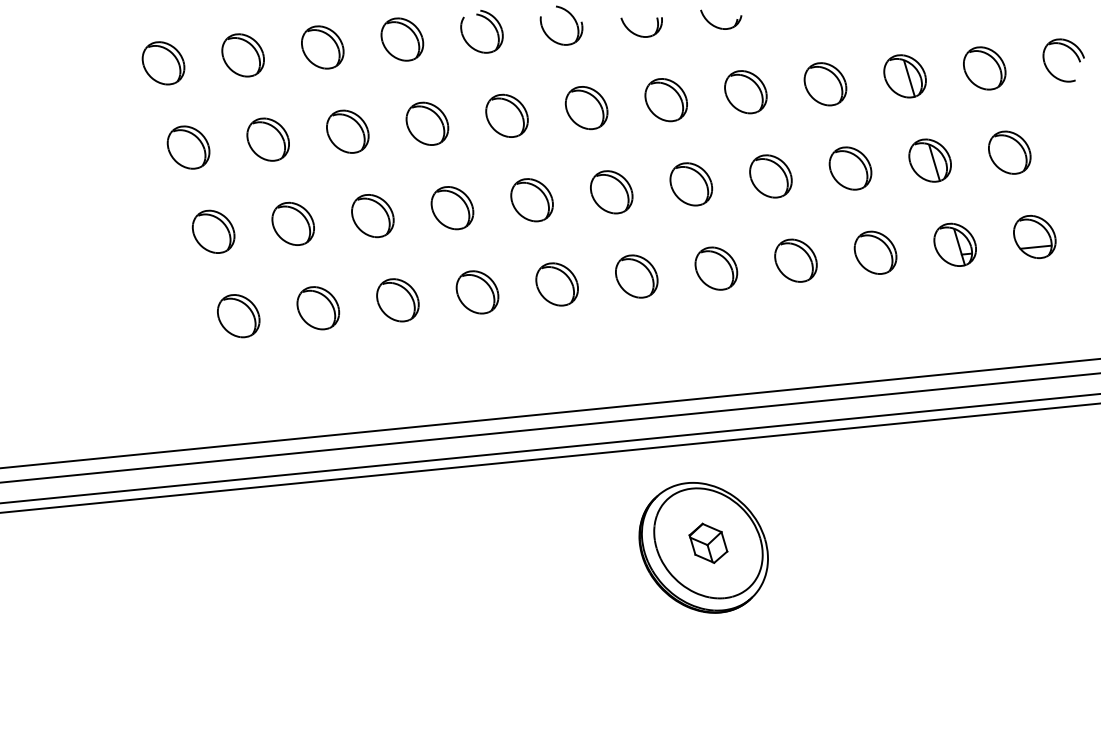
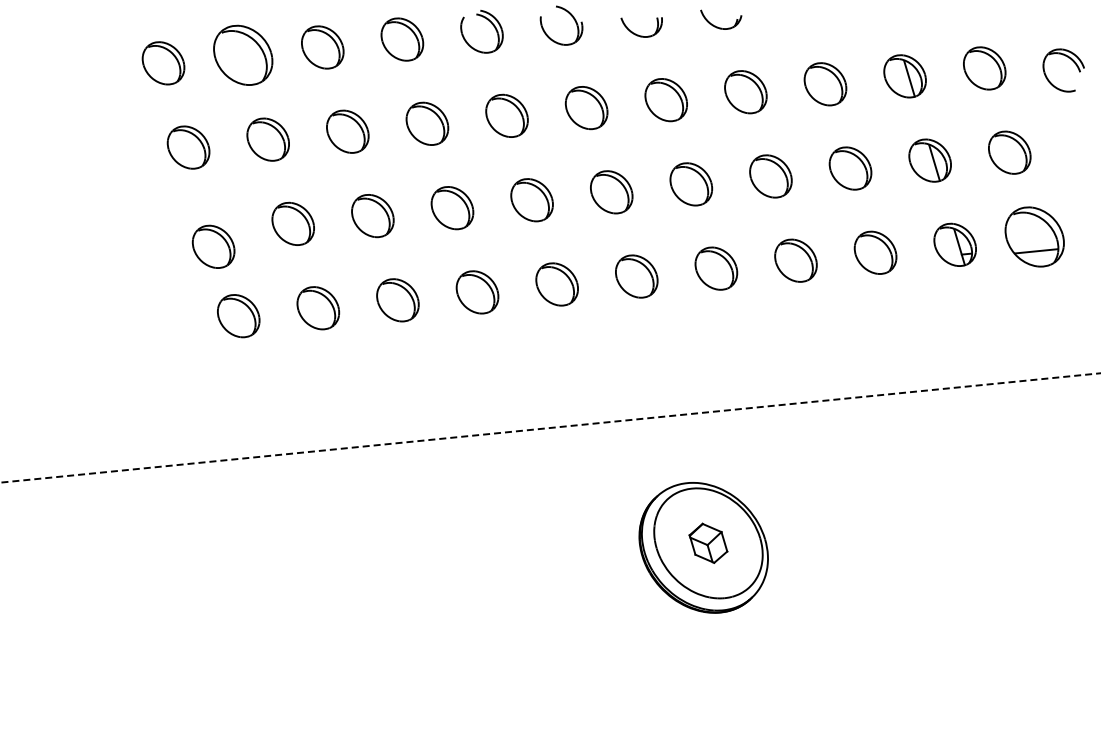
part at (1072, 51) position: (1072, 51) -> (1072, 61)
part at (242, 55) size: 44x45 px -> 61x62 px
part at (213, 231) position: (213, 231) -> (213, 246)
part at (1034, 236) size: 44x44 px -> 61x62 px
line at (549, 413): present -> none
line at (549, 428): solid -> dashed
line at (549, 448): present -> none
line at (549, 457): present -> none
